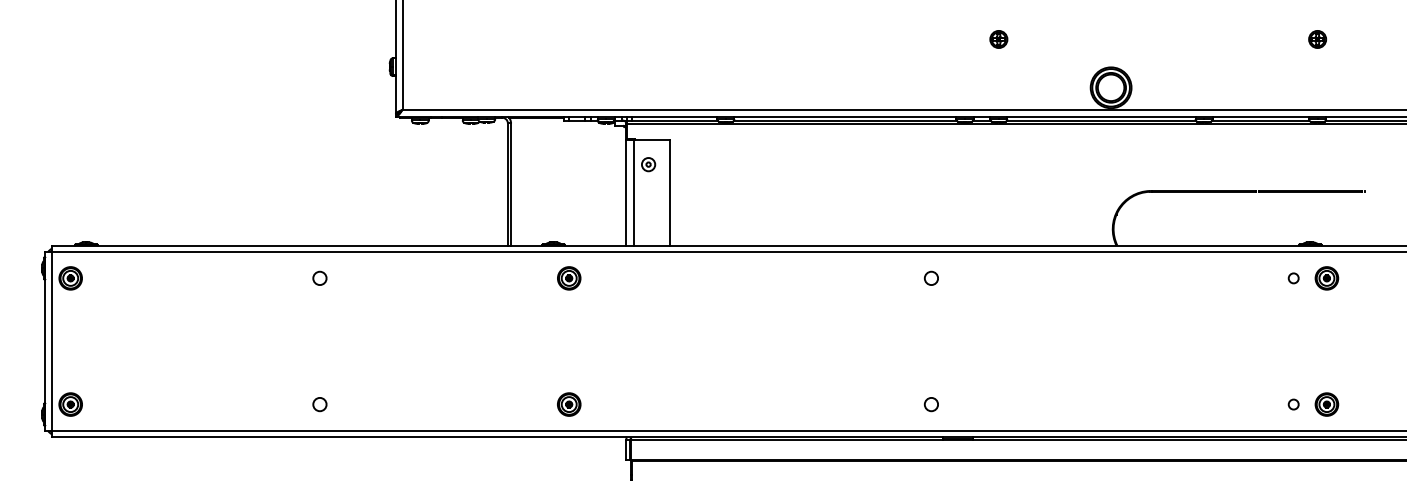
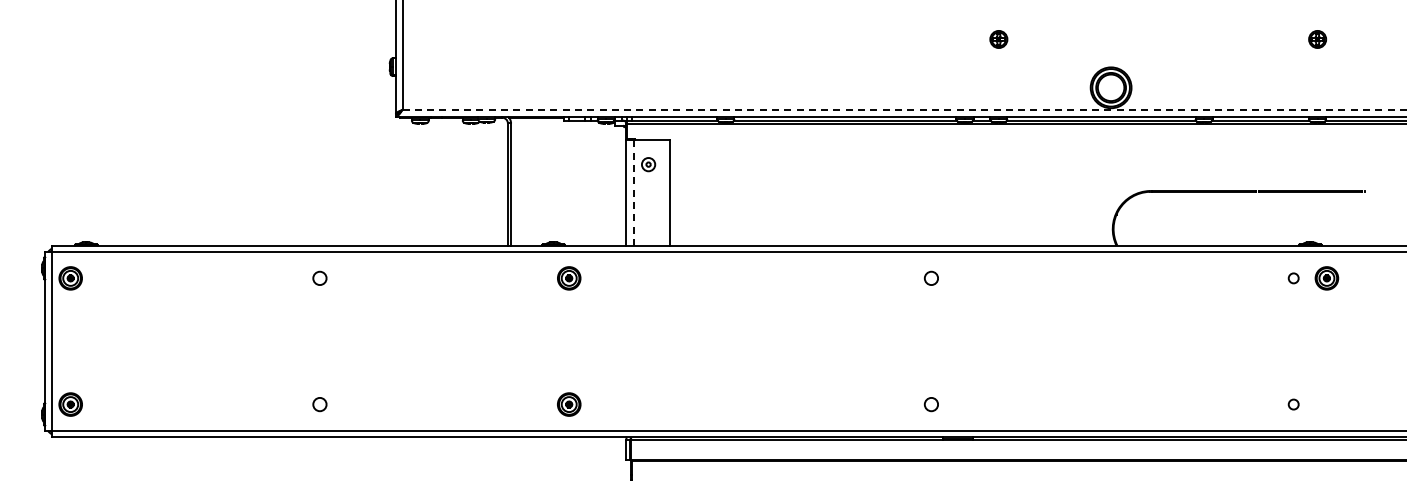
line at (904, 109): solid -> dashed
line at (633, 193): solid -> dashed
part at (1326, 404): present -> none
